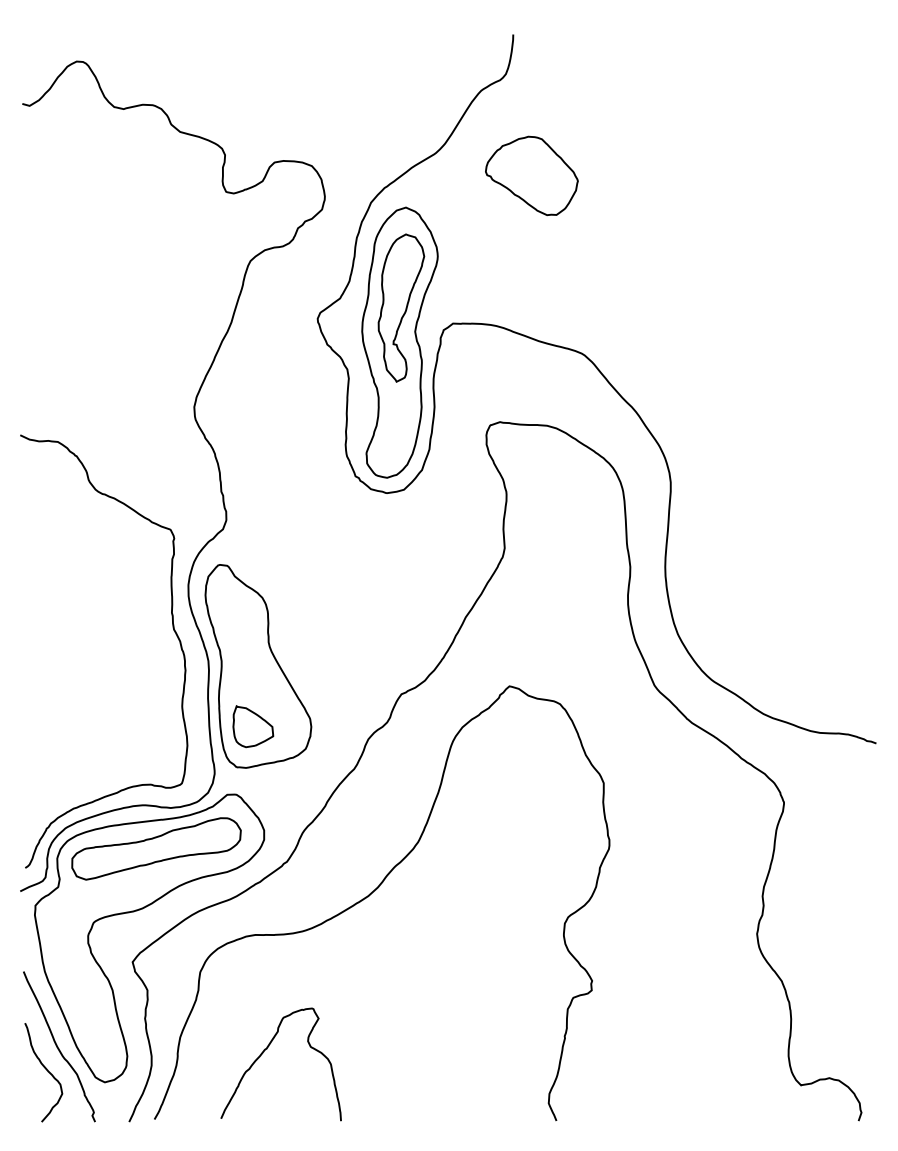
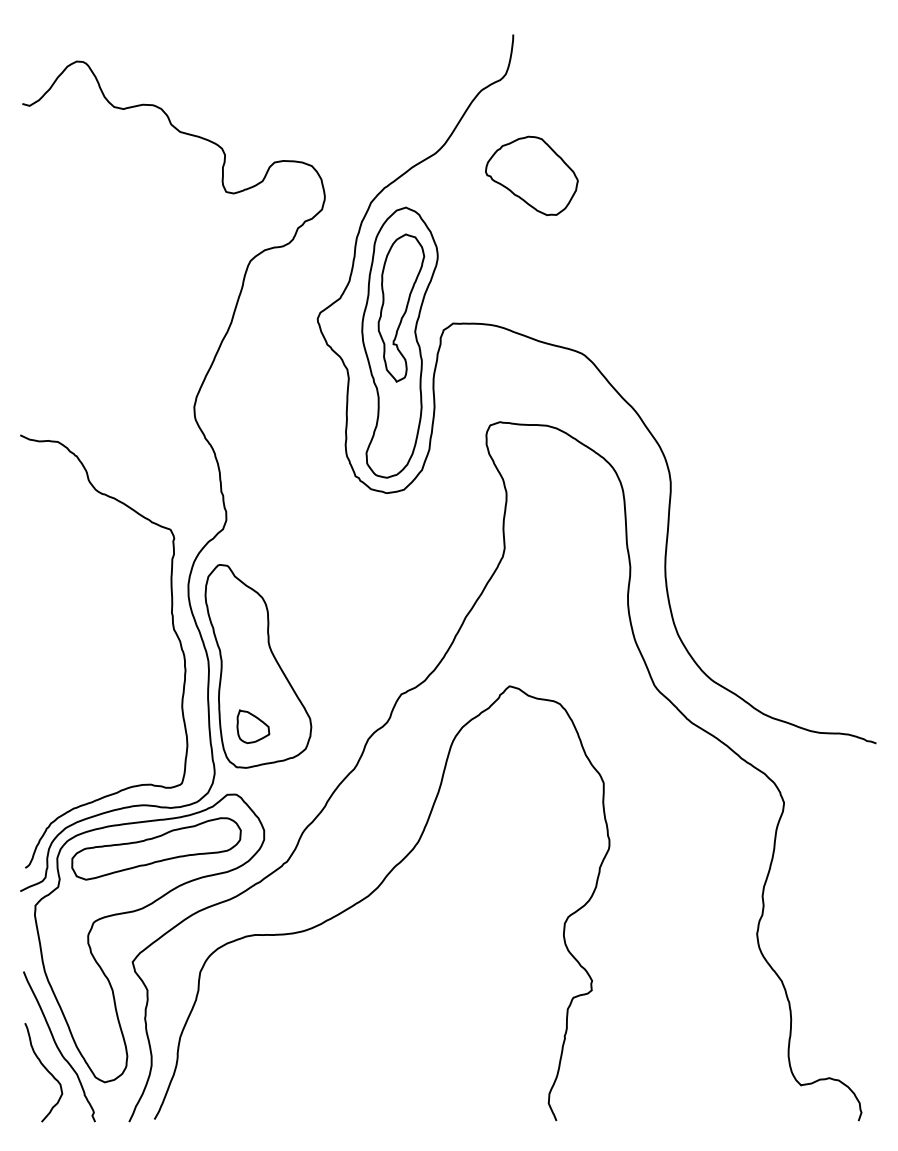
part at (253, 726) size: 43x44 px -> 35x36 px
curve at (267, 1049): present -> none
